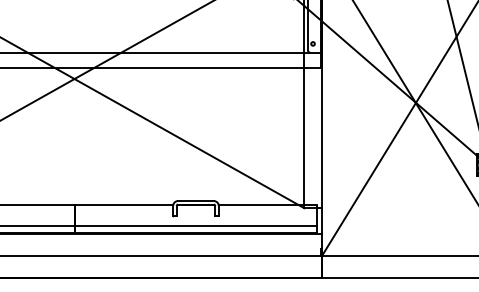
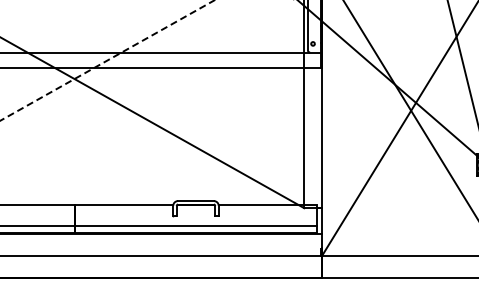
line at (107, 60): solid -> dashed
line at (414, 101) position: (414, 101) -> (409, 108)
